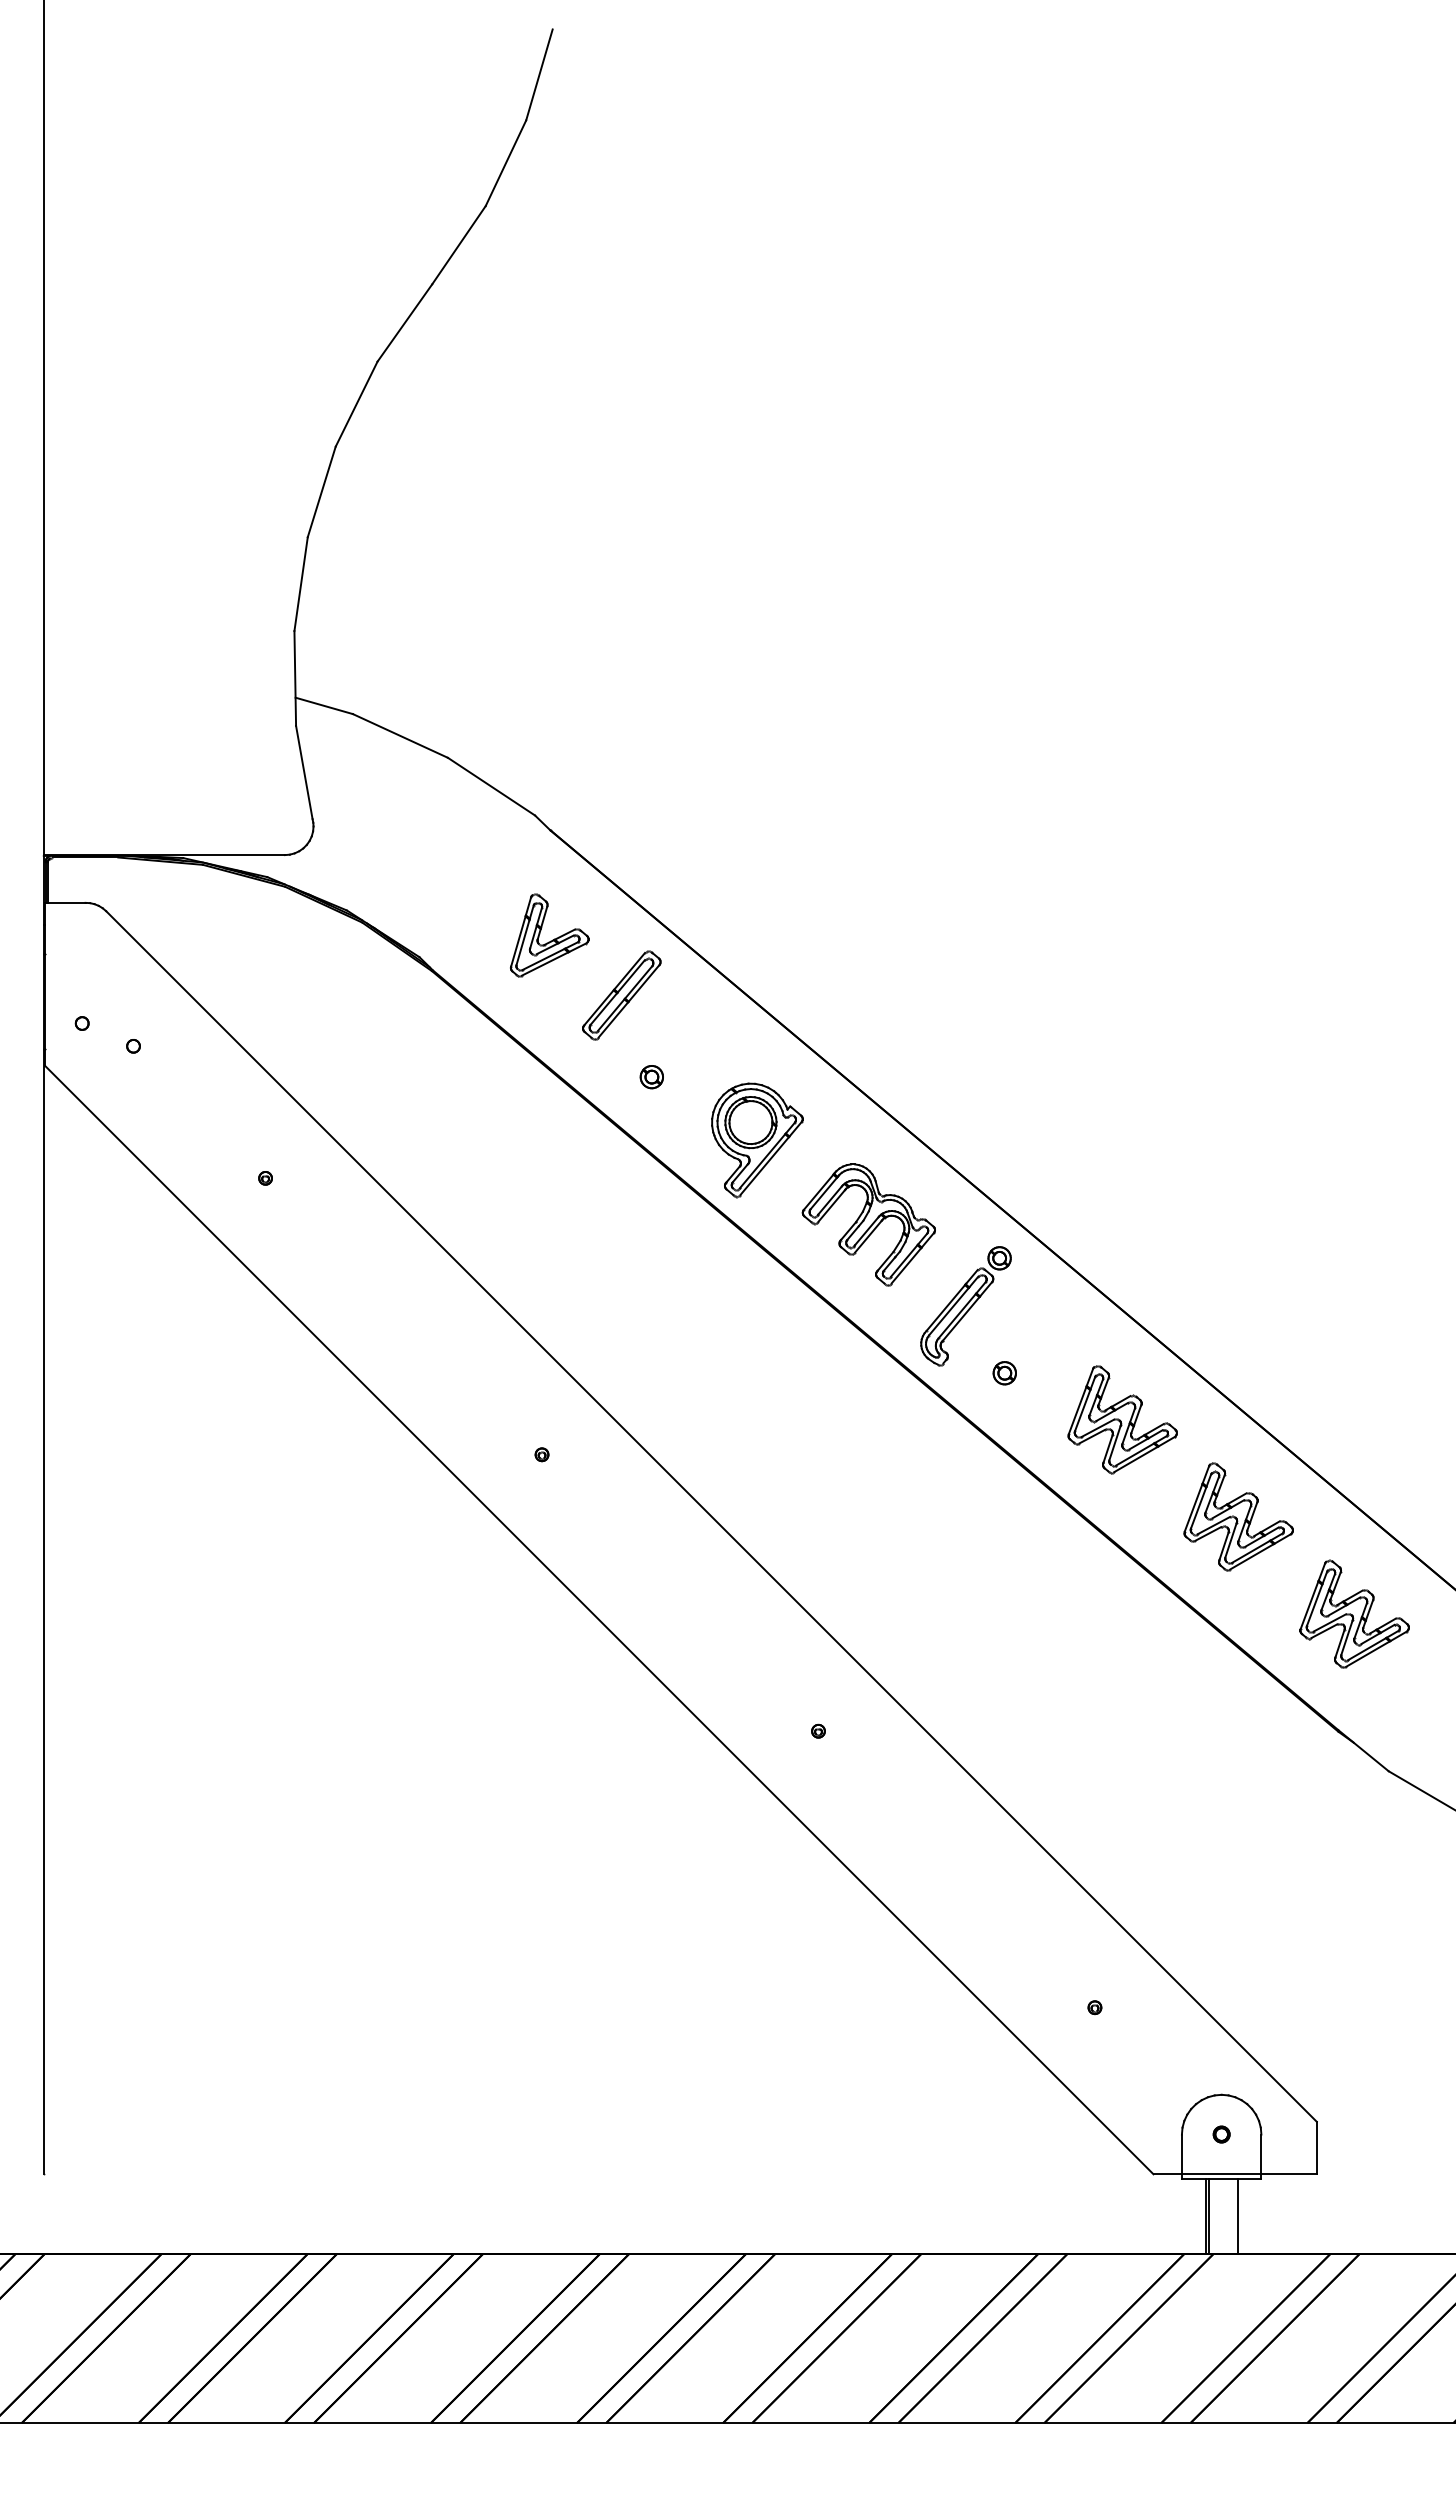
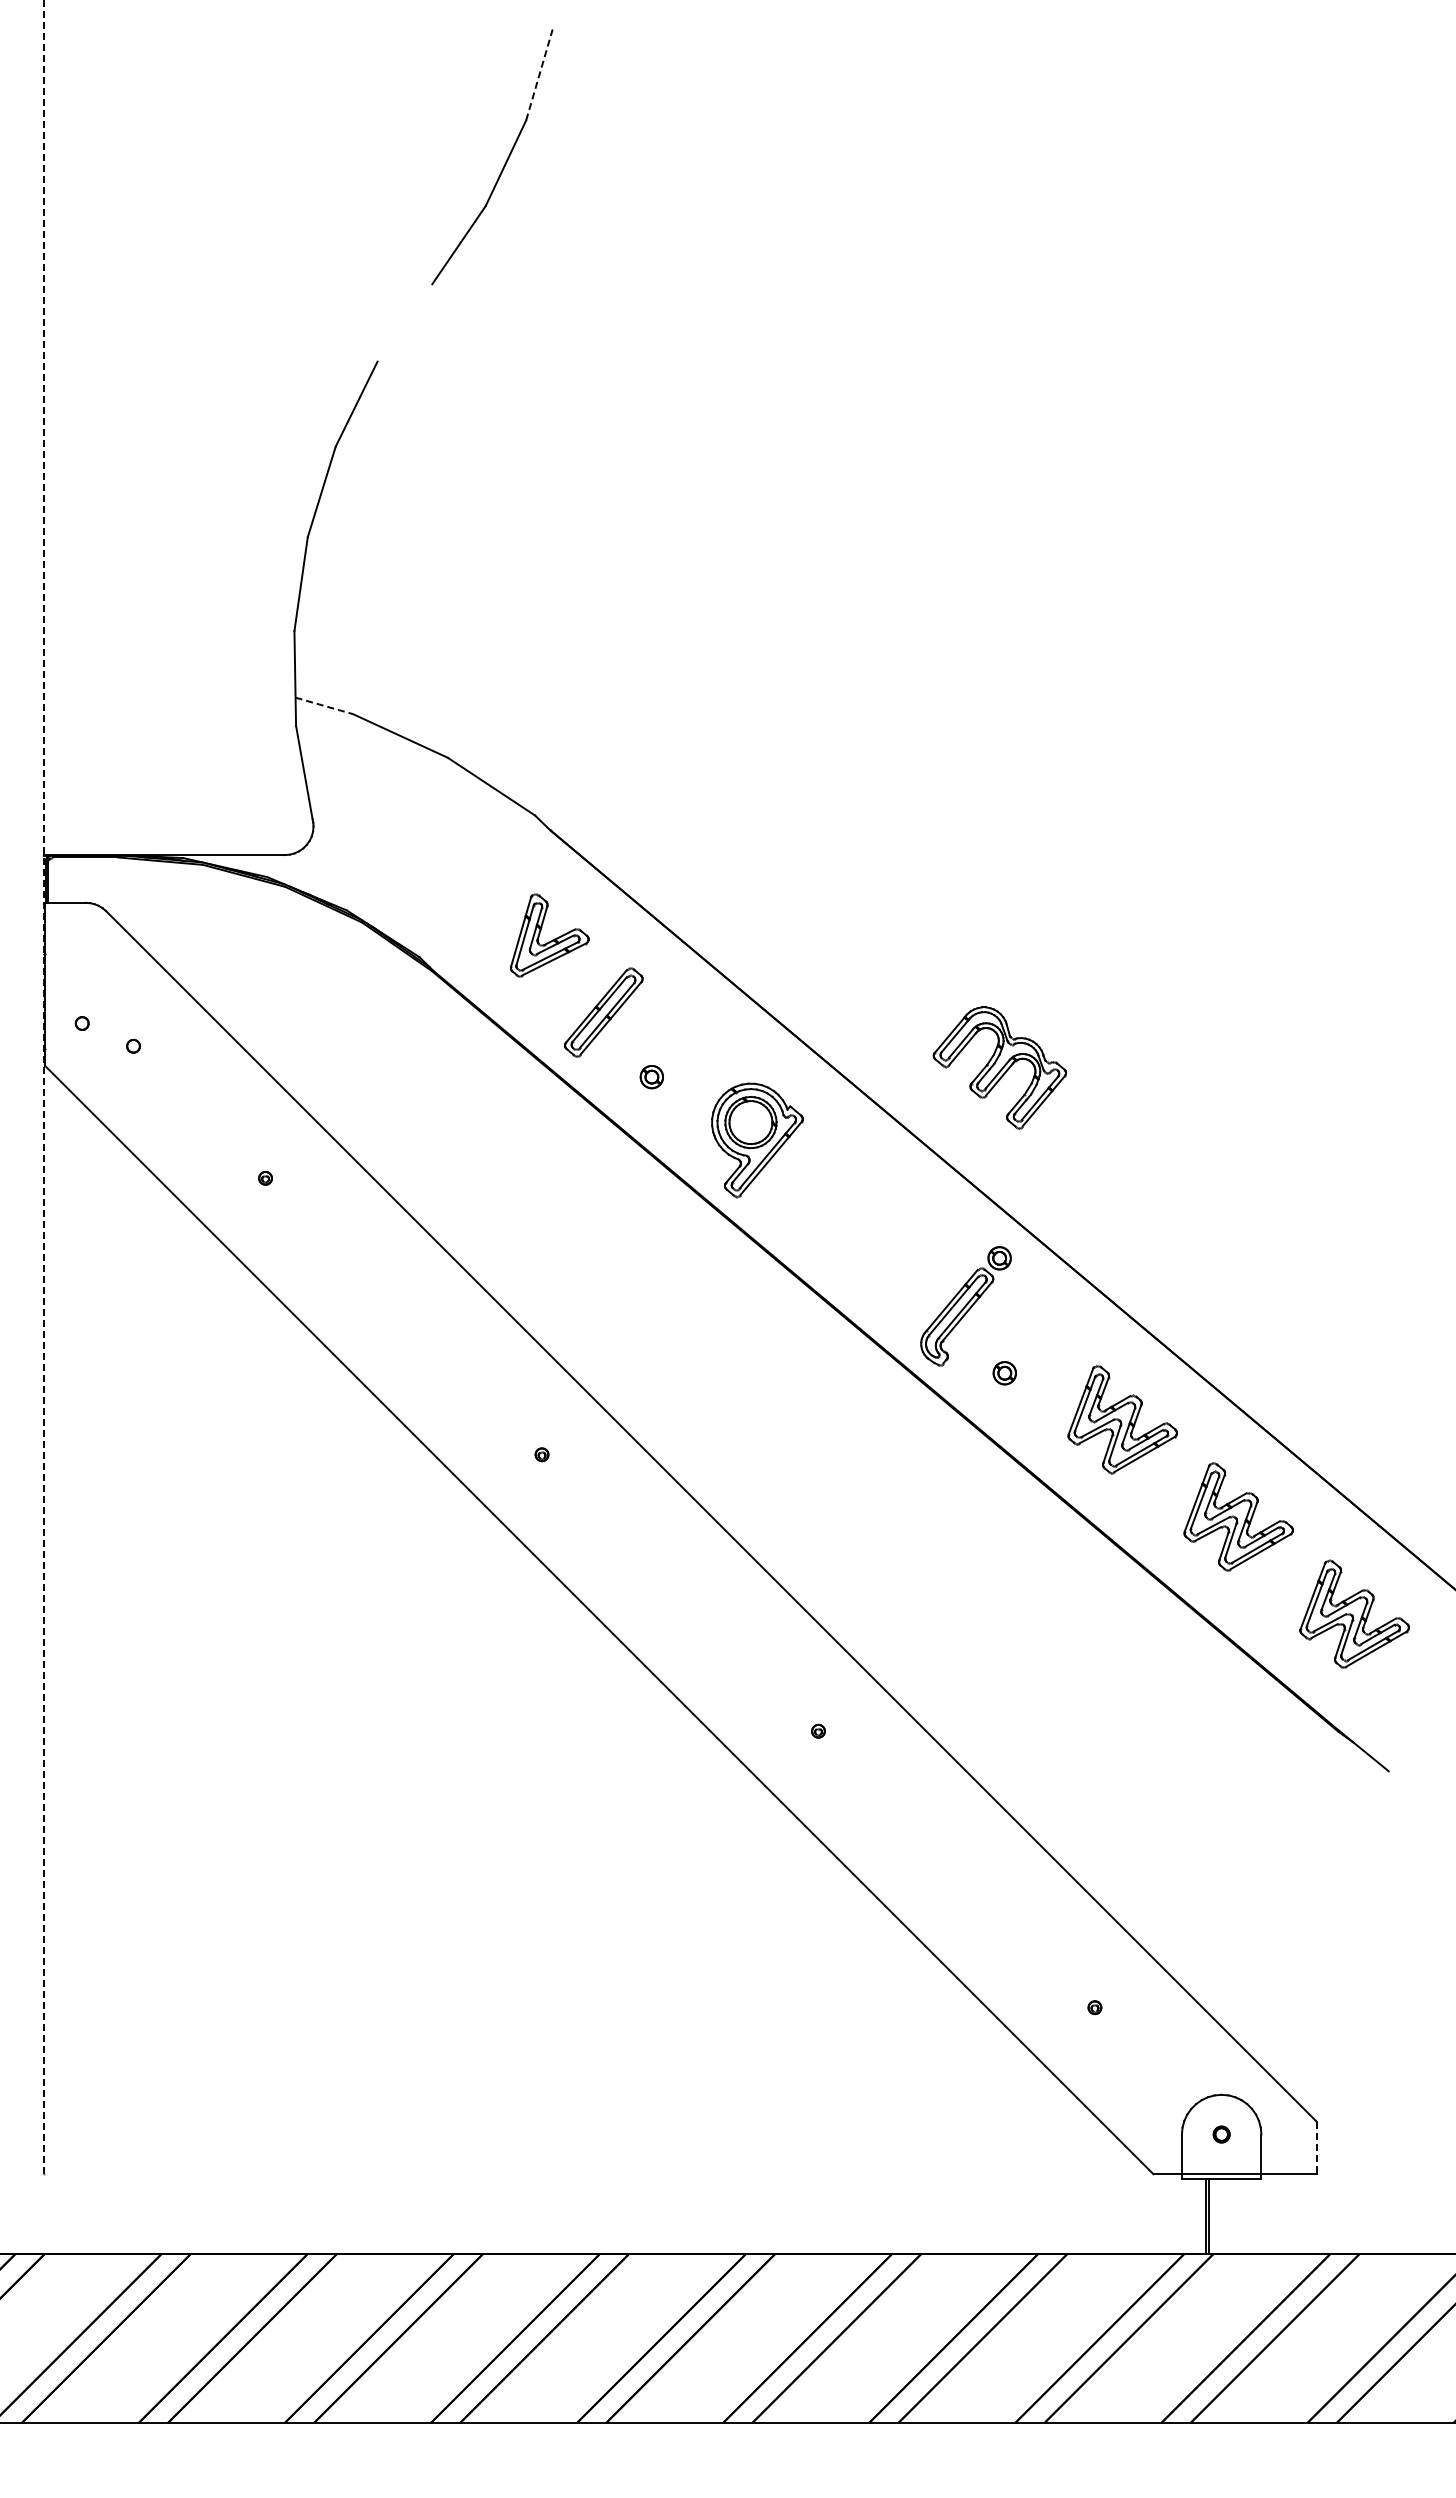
line at (539, 74): solid -> dashed
line at (404, 322): present -> none
line at (324, 705): solid -> dashed
part at (621, 995) position: (621, 995) -> (603, 1012)
line at (43, 1087): solid -> dashed
part at (868, 1224) position: (868, 1224) -> (999, 1067)
line at (1420, 1789): present -> none
line at (1316, 2148): solid -> dashed
line at (1237, 2216): present -> none
